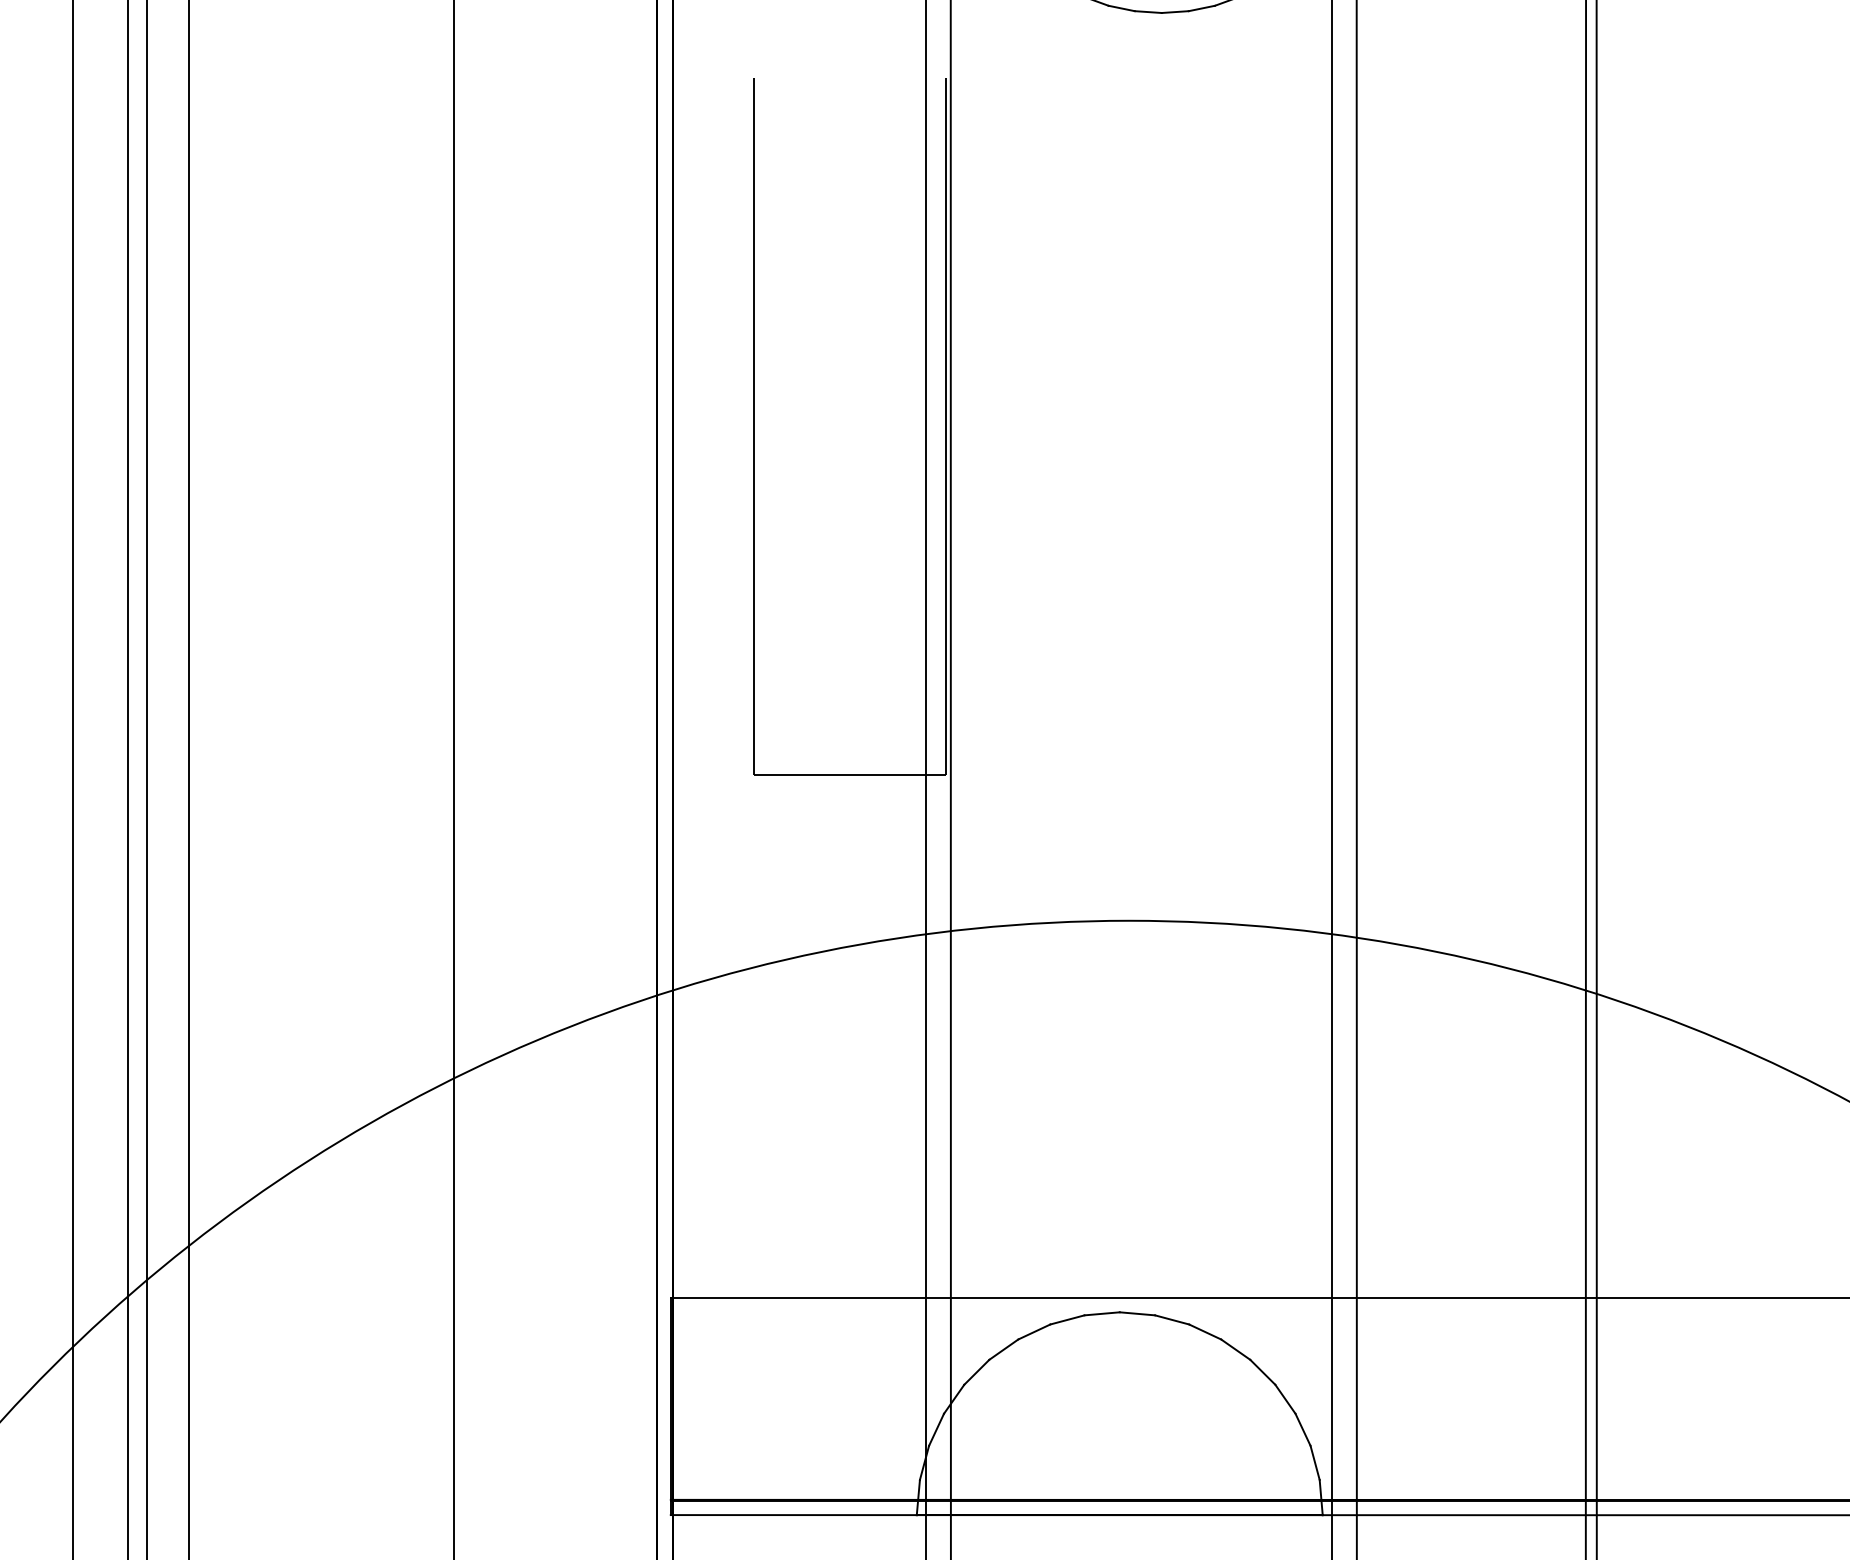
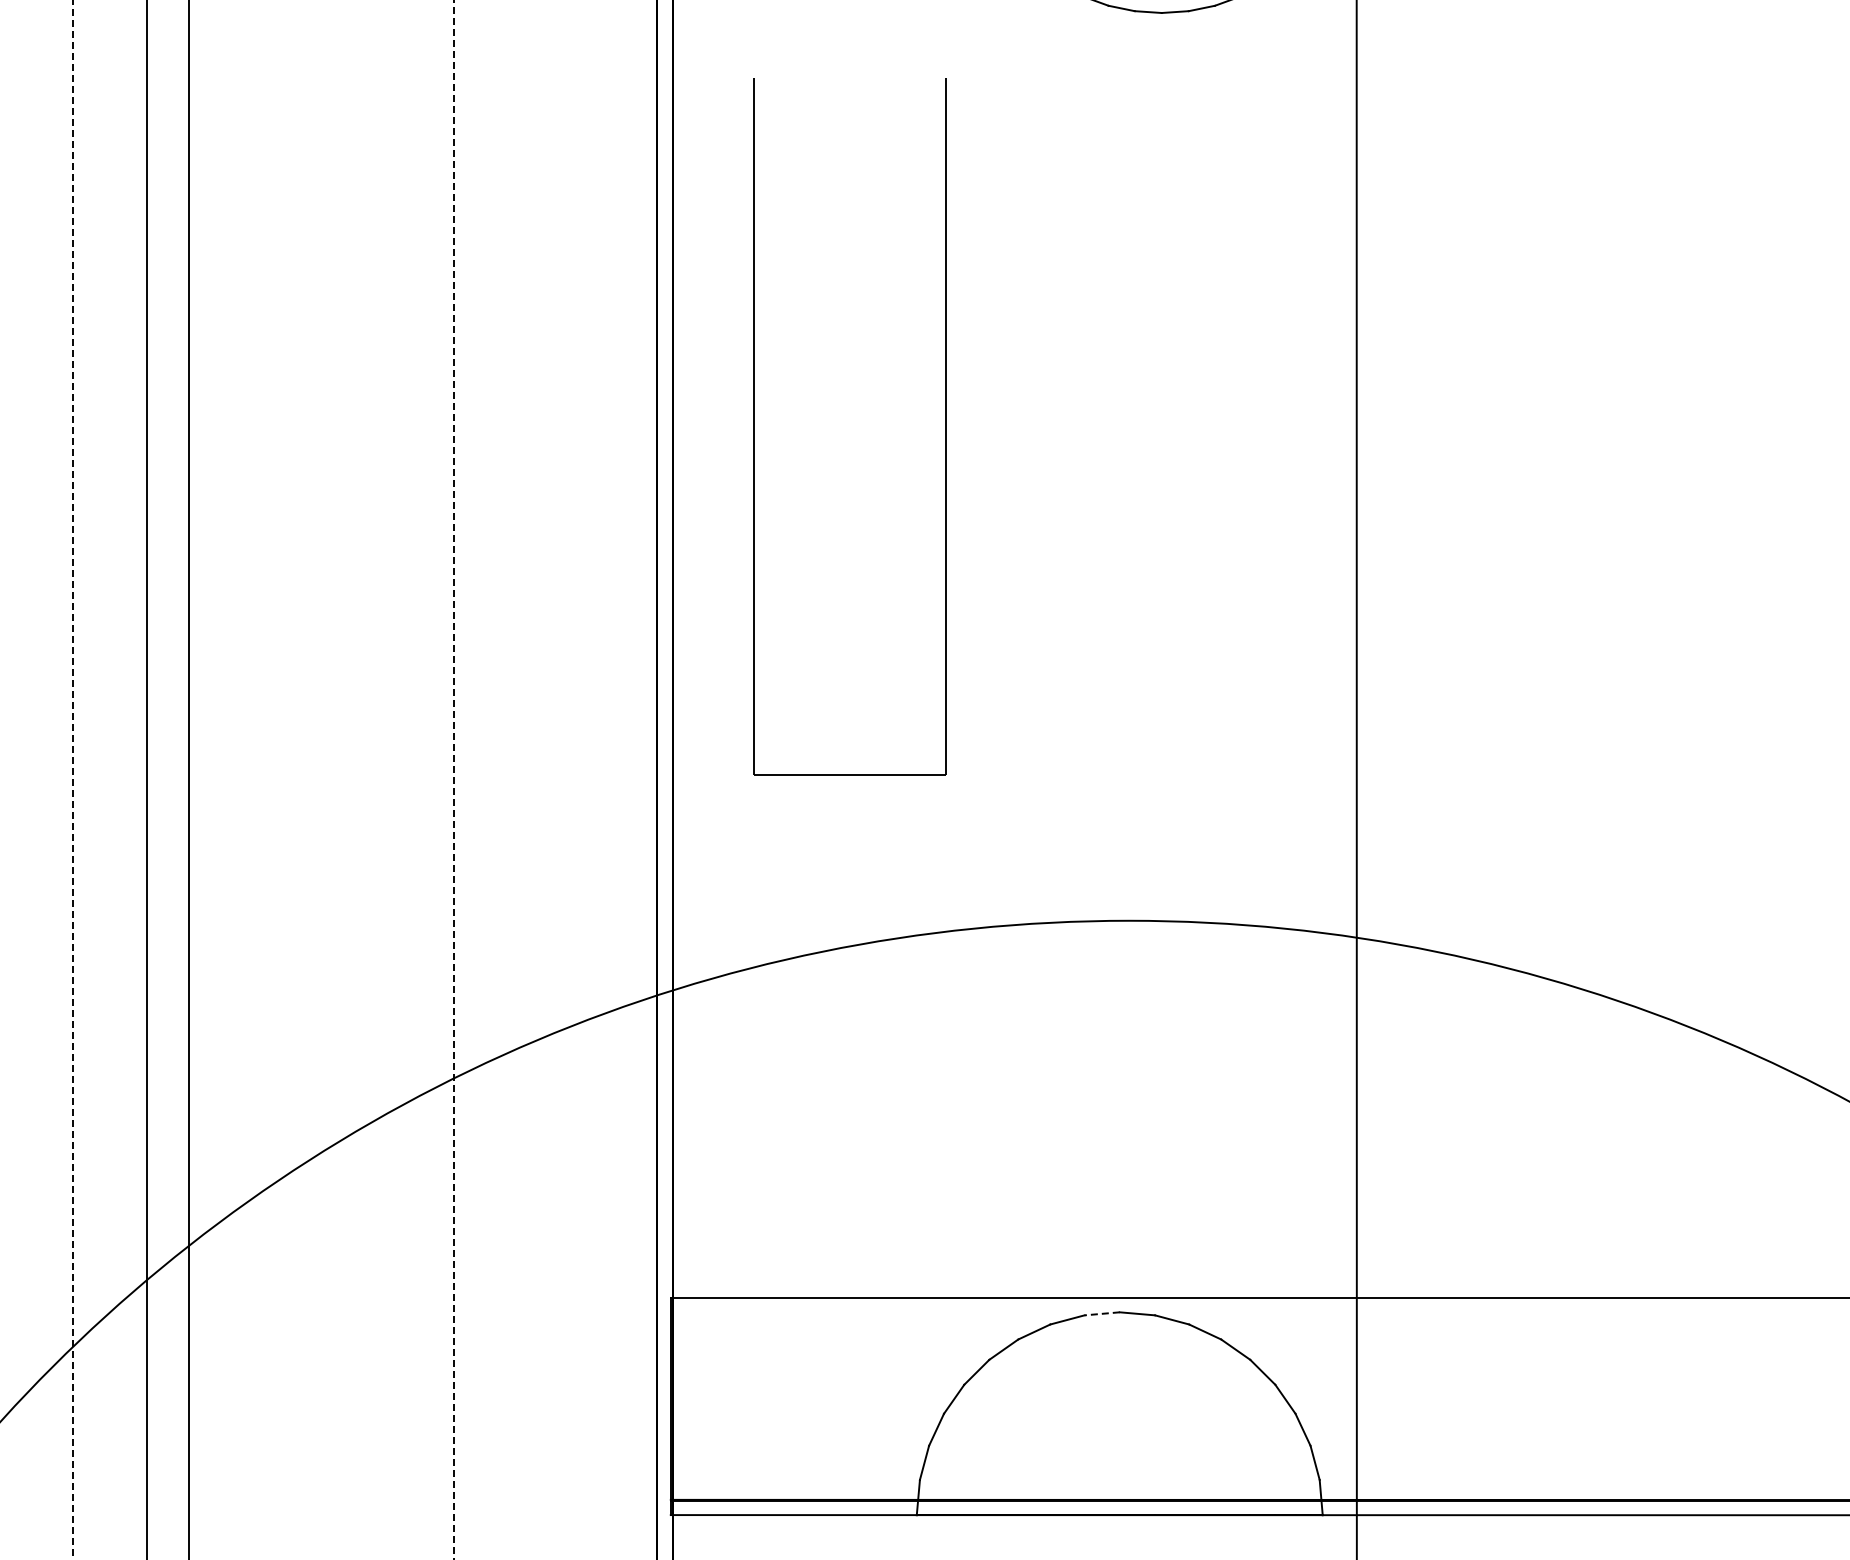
line at (73, 779): solid -> dashed
line at (128, 779): present -> none
line at (926, 779): present -> none
line at (950, 779): present -> none
line at (1332, 779): present -> none
line at (1585, 779): present -> none
line at (1596, 779): present -> none
line at (454, 780): solid -> dashed
line at (1102, 1313): solid -> dashed
